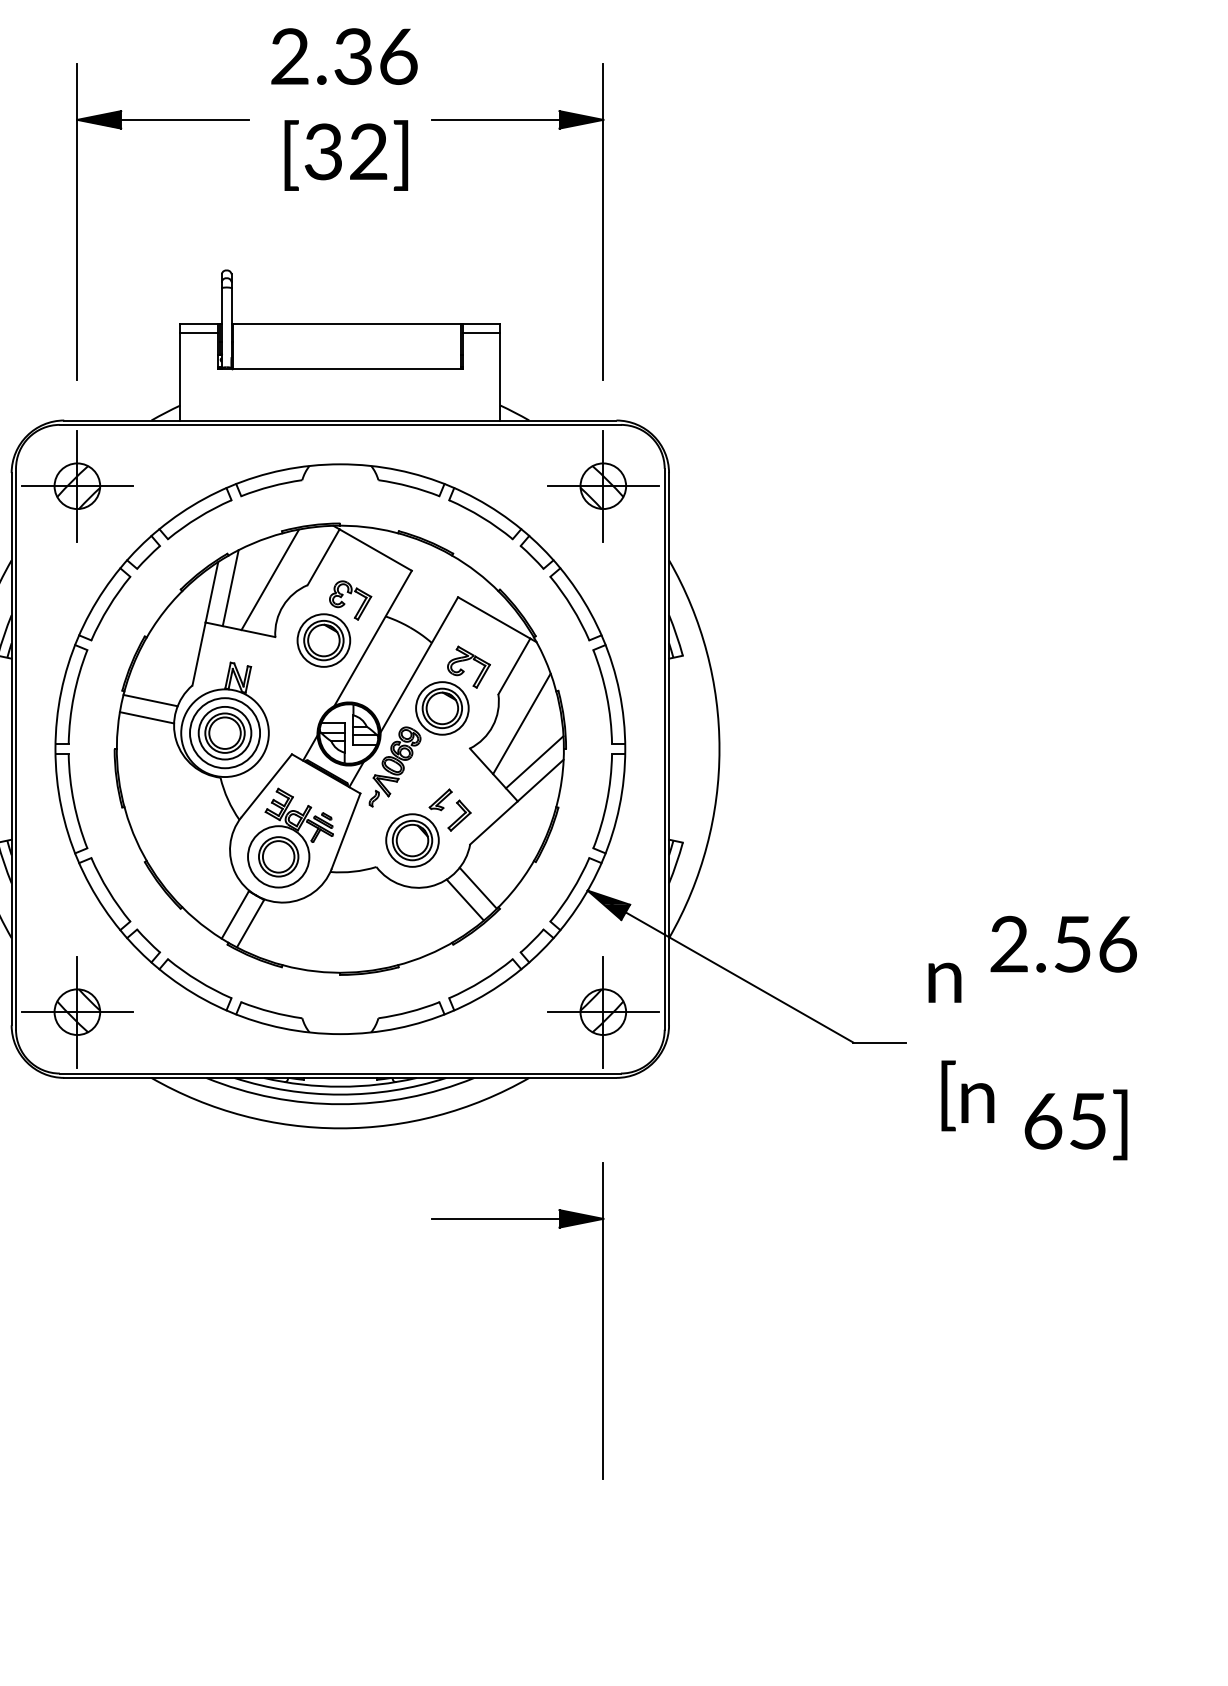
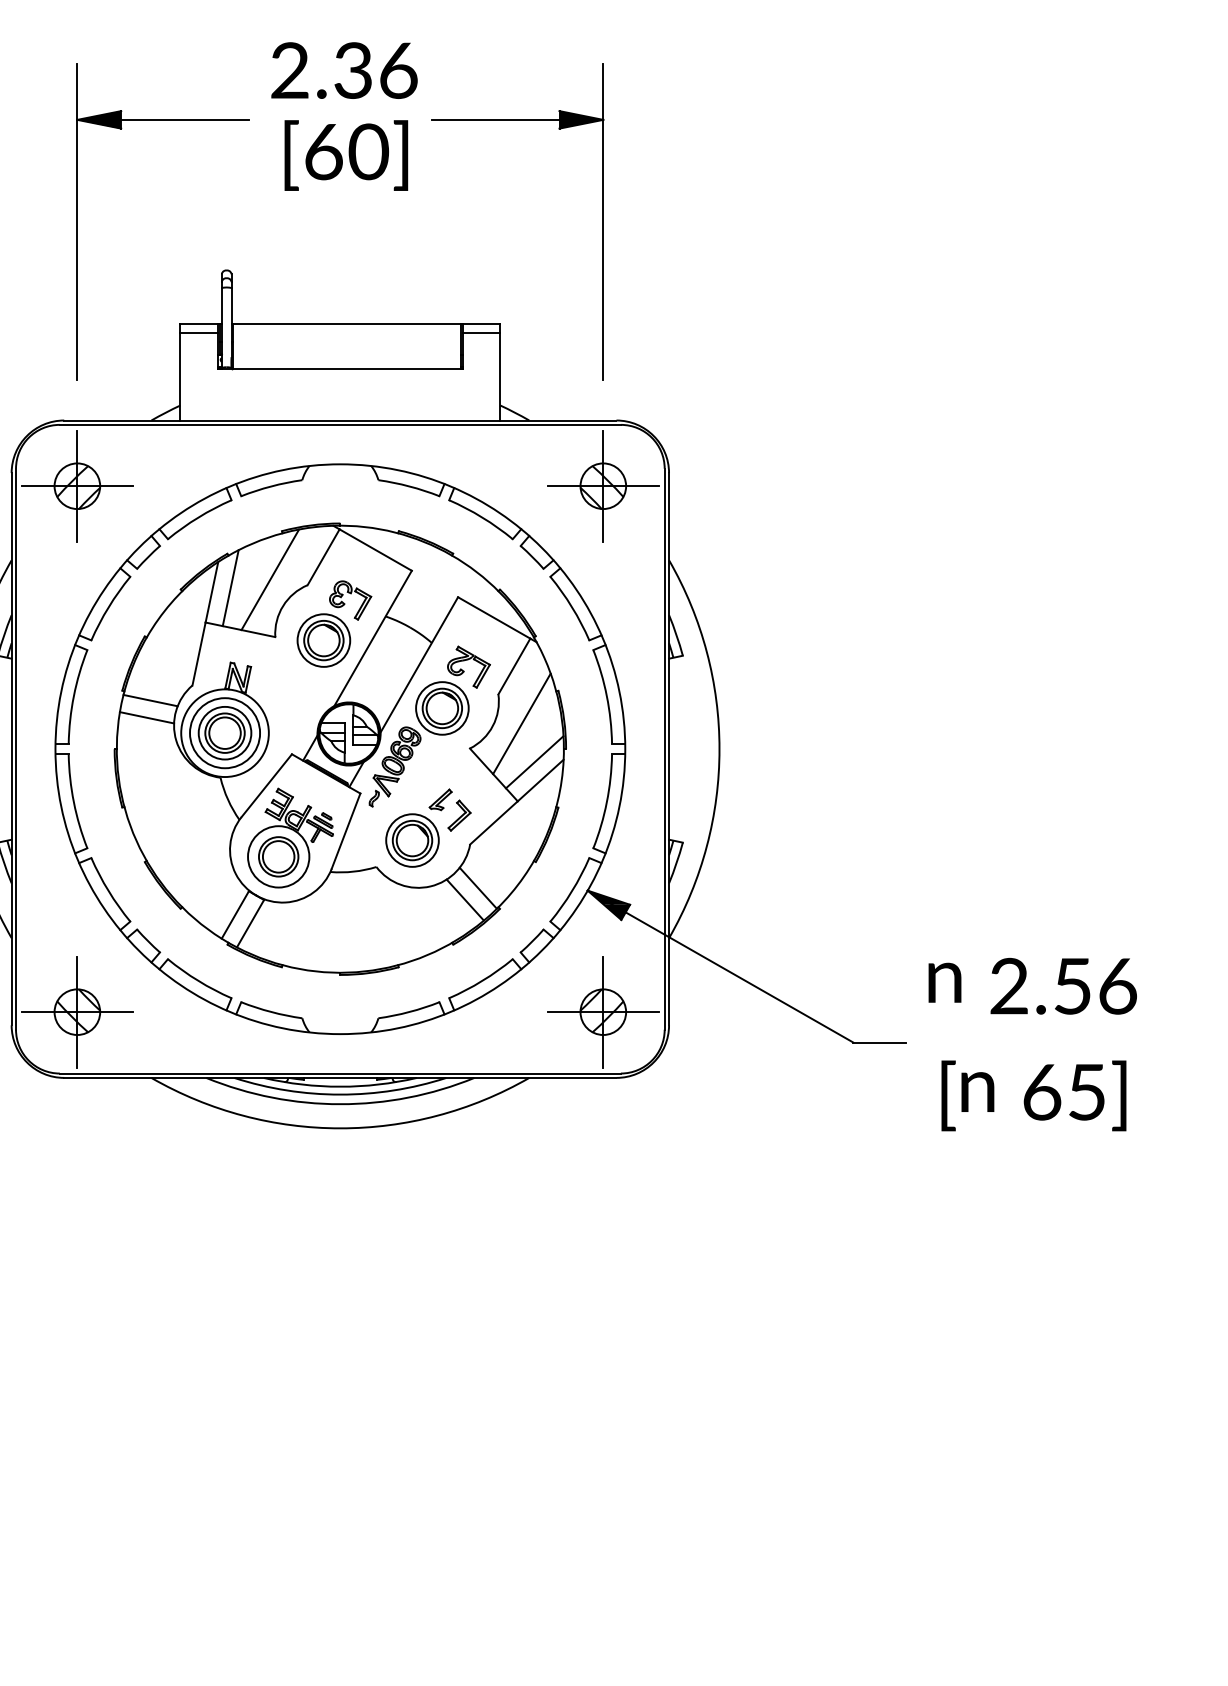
text at (344, 56) position: (344, 56) -> (344, 70)
text at (346, 151): [32] -> [60]
text at (1063, 943) position: (1063, 943) -> (1063, 985)
text at (977, 1102) position: (977, 1102) -> (977, 1091)
text at (1075, 1124) position: (1075, 1124) -> (1074, 1095)
part at (602, 1320): present -> none
